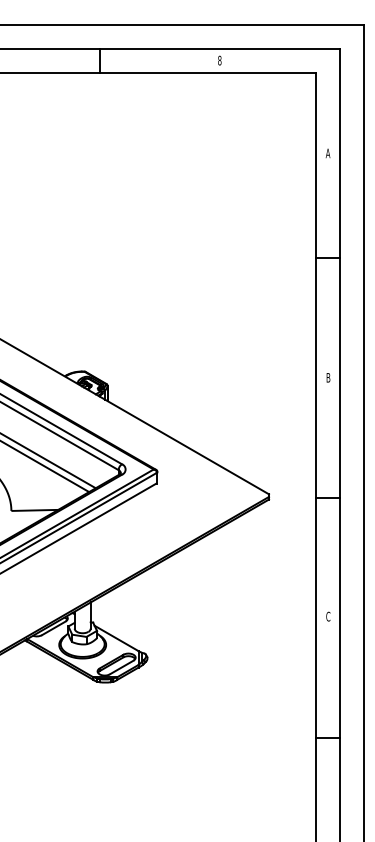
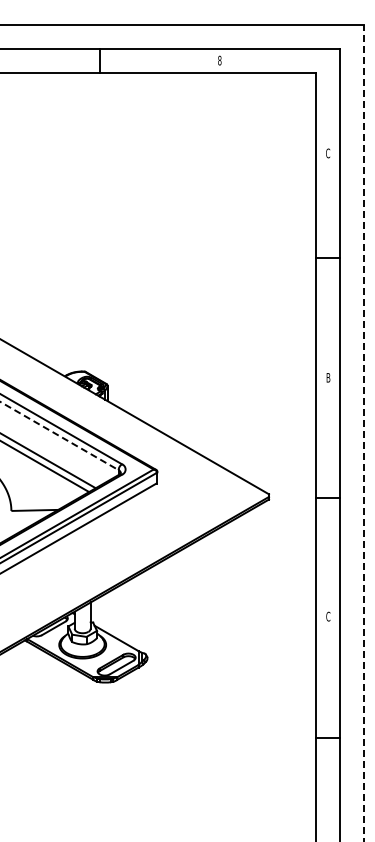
text at (327, 153): A -> C
line at (363, 433): solid -> dashed
line at (59, 436): solid -> dashed
